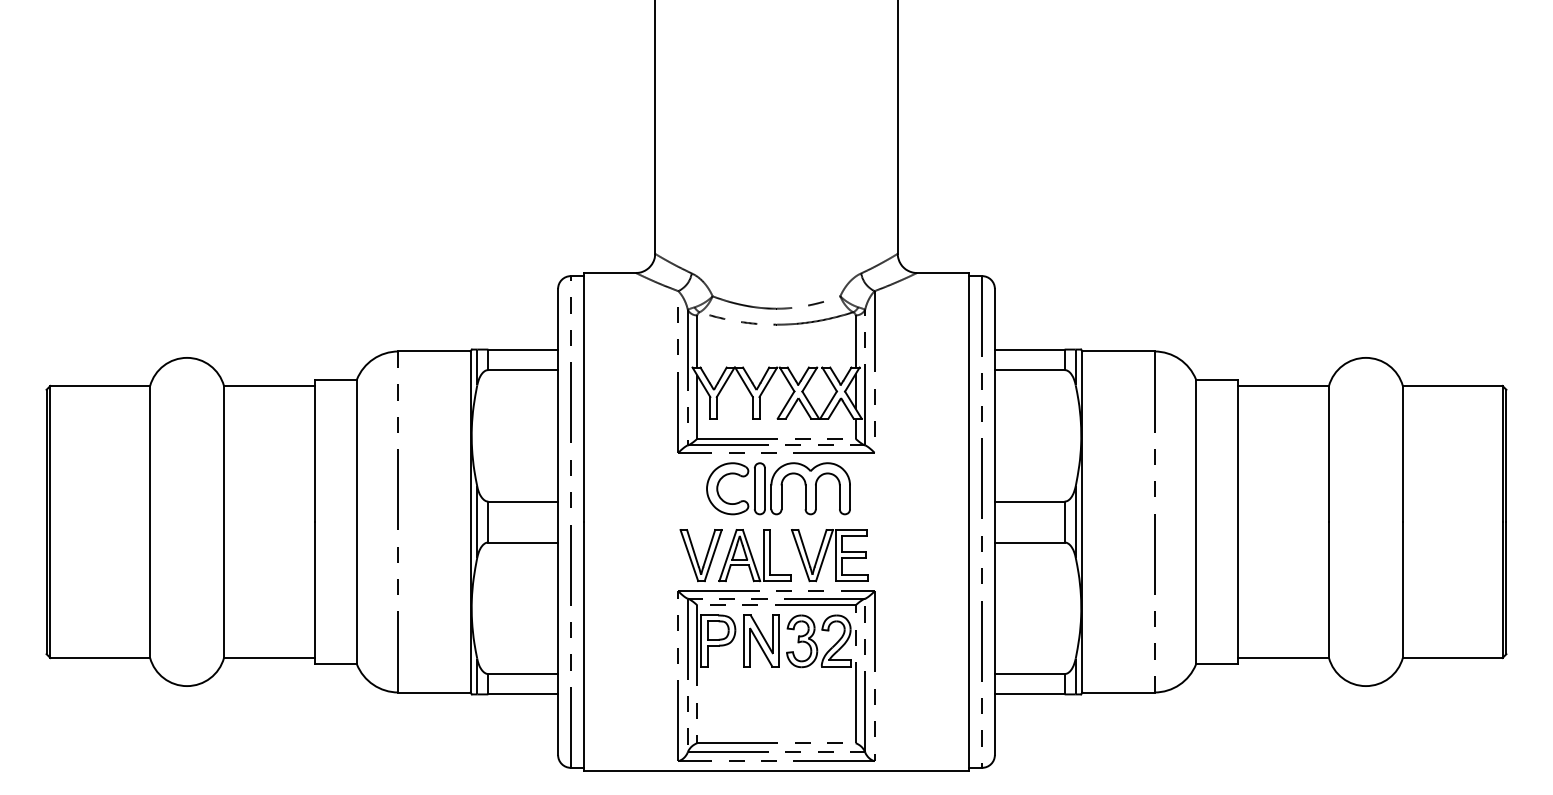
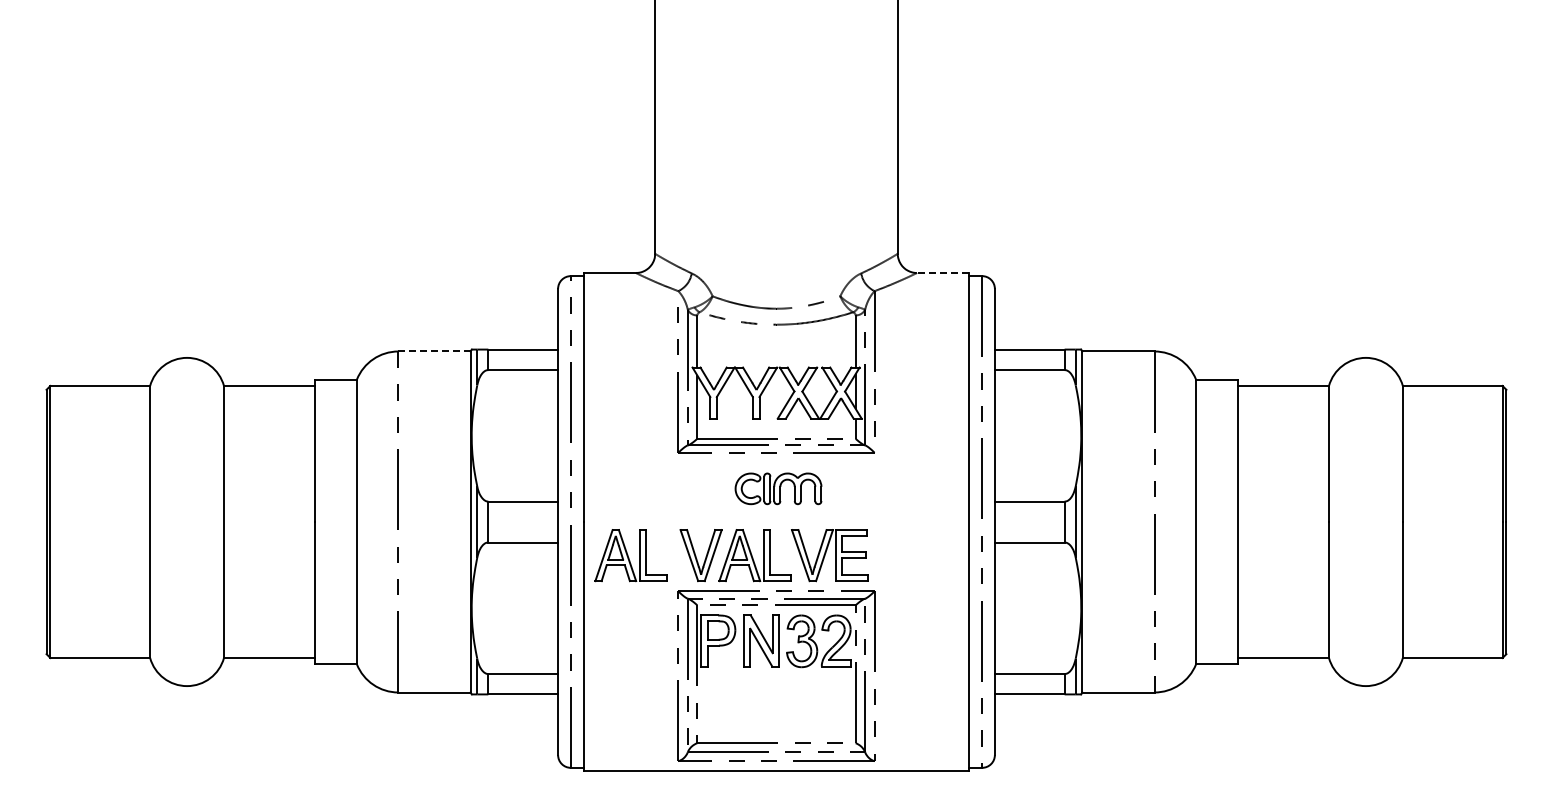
line at (942, 272): solid -> dashed
line at (434, 351): solid -> dashed
part at (778, 488) size: 145x54 px -> 89x34 px
part at (630, 555): none -> present
